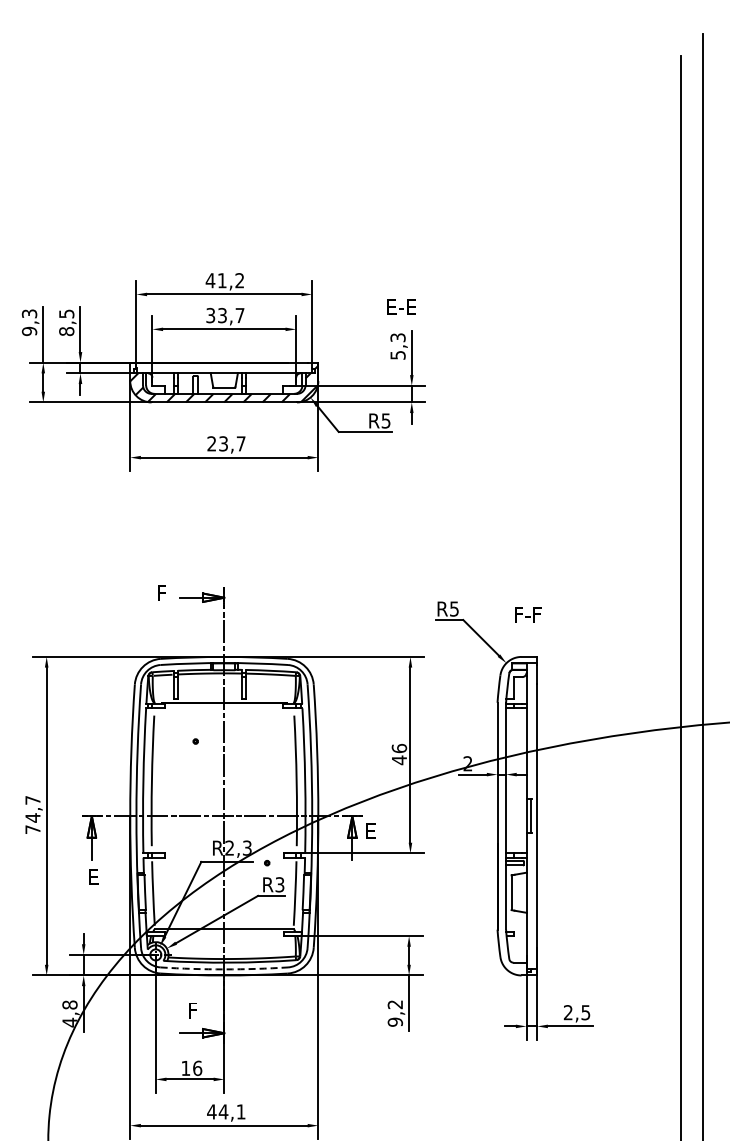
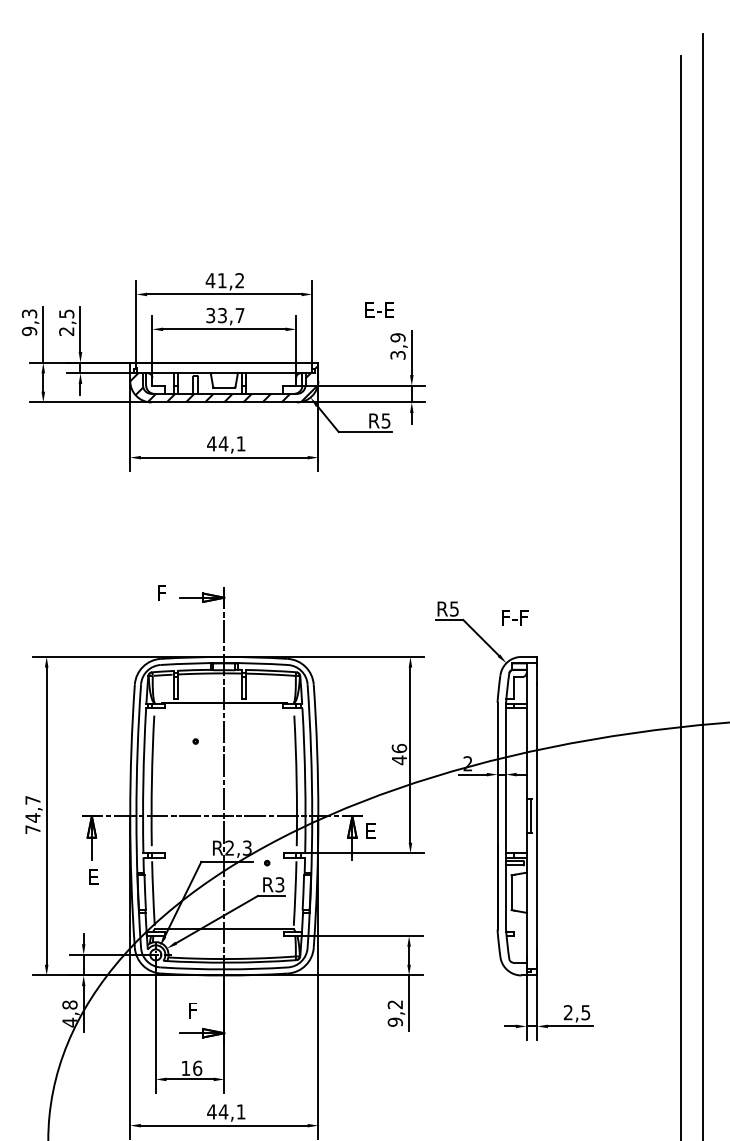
text at (401, 306) position: (401, 306) -> (379, 309)
text at (66, 331): 8,5 -> 2,5
text at (397, 346): 5,3 -> 3,9
text at (226, 443): 23,7 -> 44,1
text at (528, 614) position: (528, 614) -> (515, 617)
arc at (224, 969): dashed -> solid
